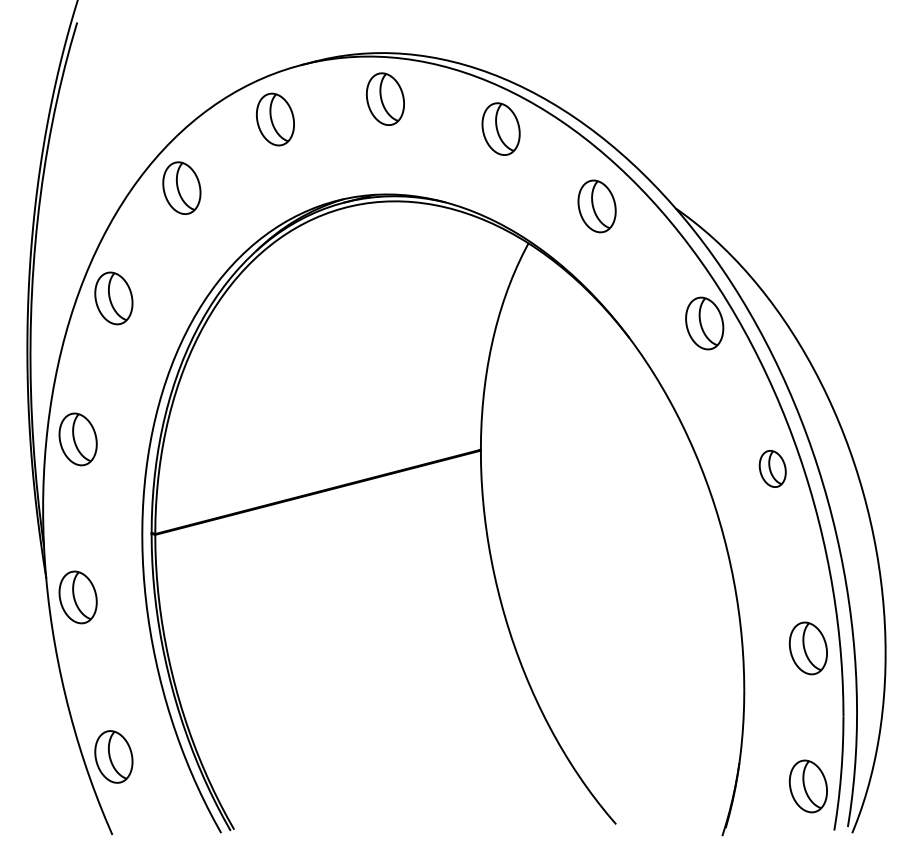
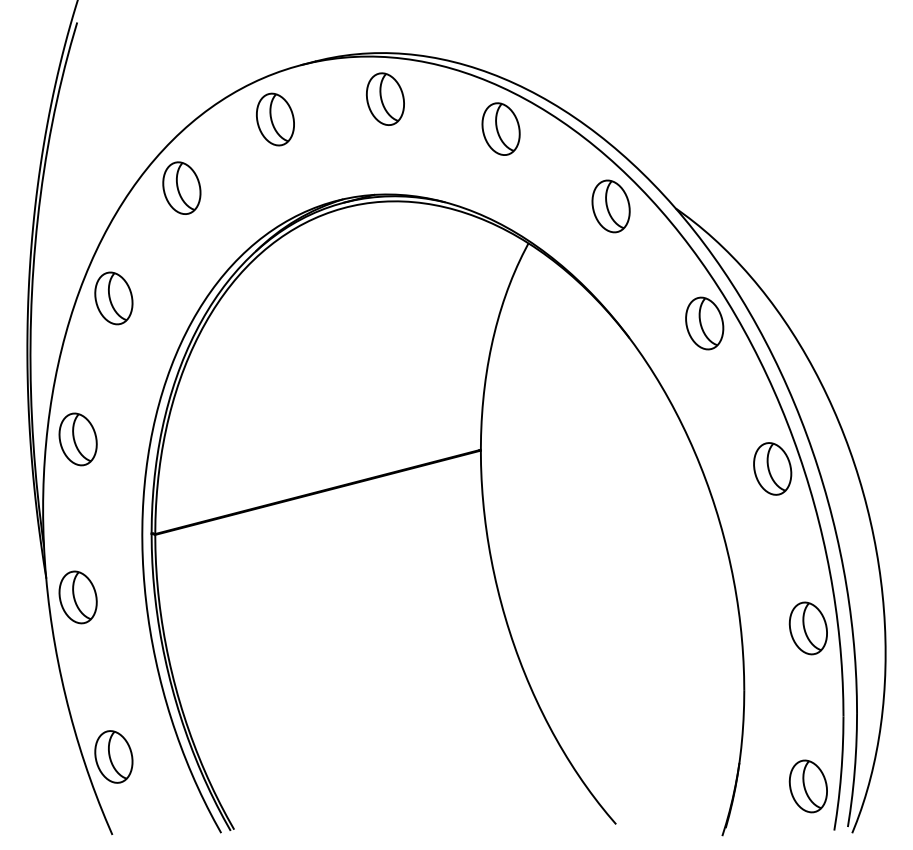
part at (596, 206) position: (596, 206) -> (610, 206)
part at (772, 468) size: 29x39 px -> 40x54 px
part at (807, 648) position: (807, 648) -> (807, 628)
